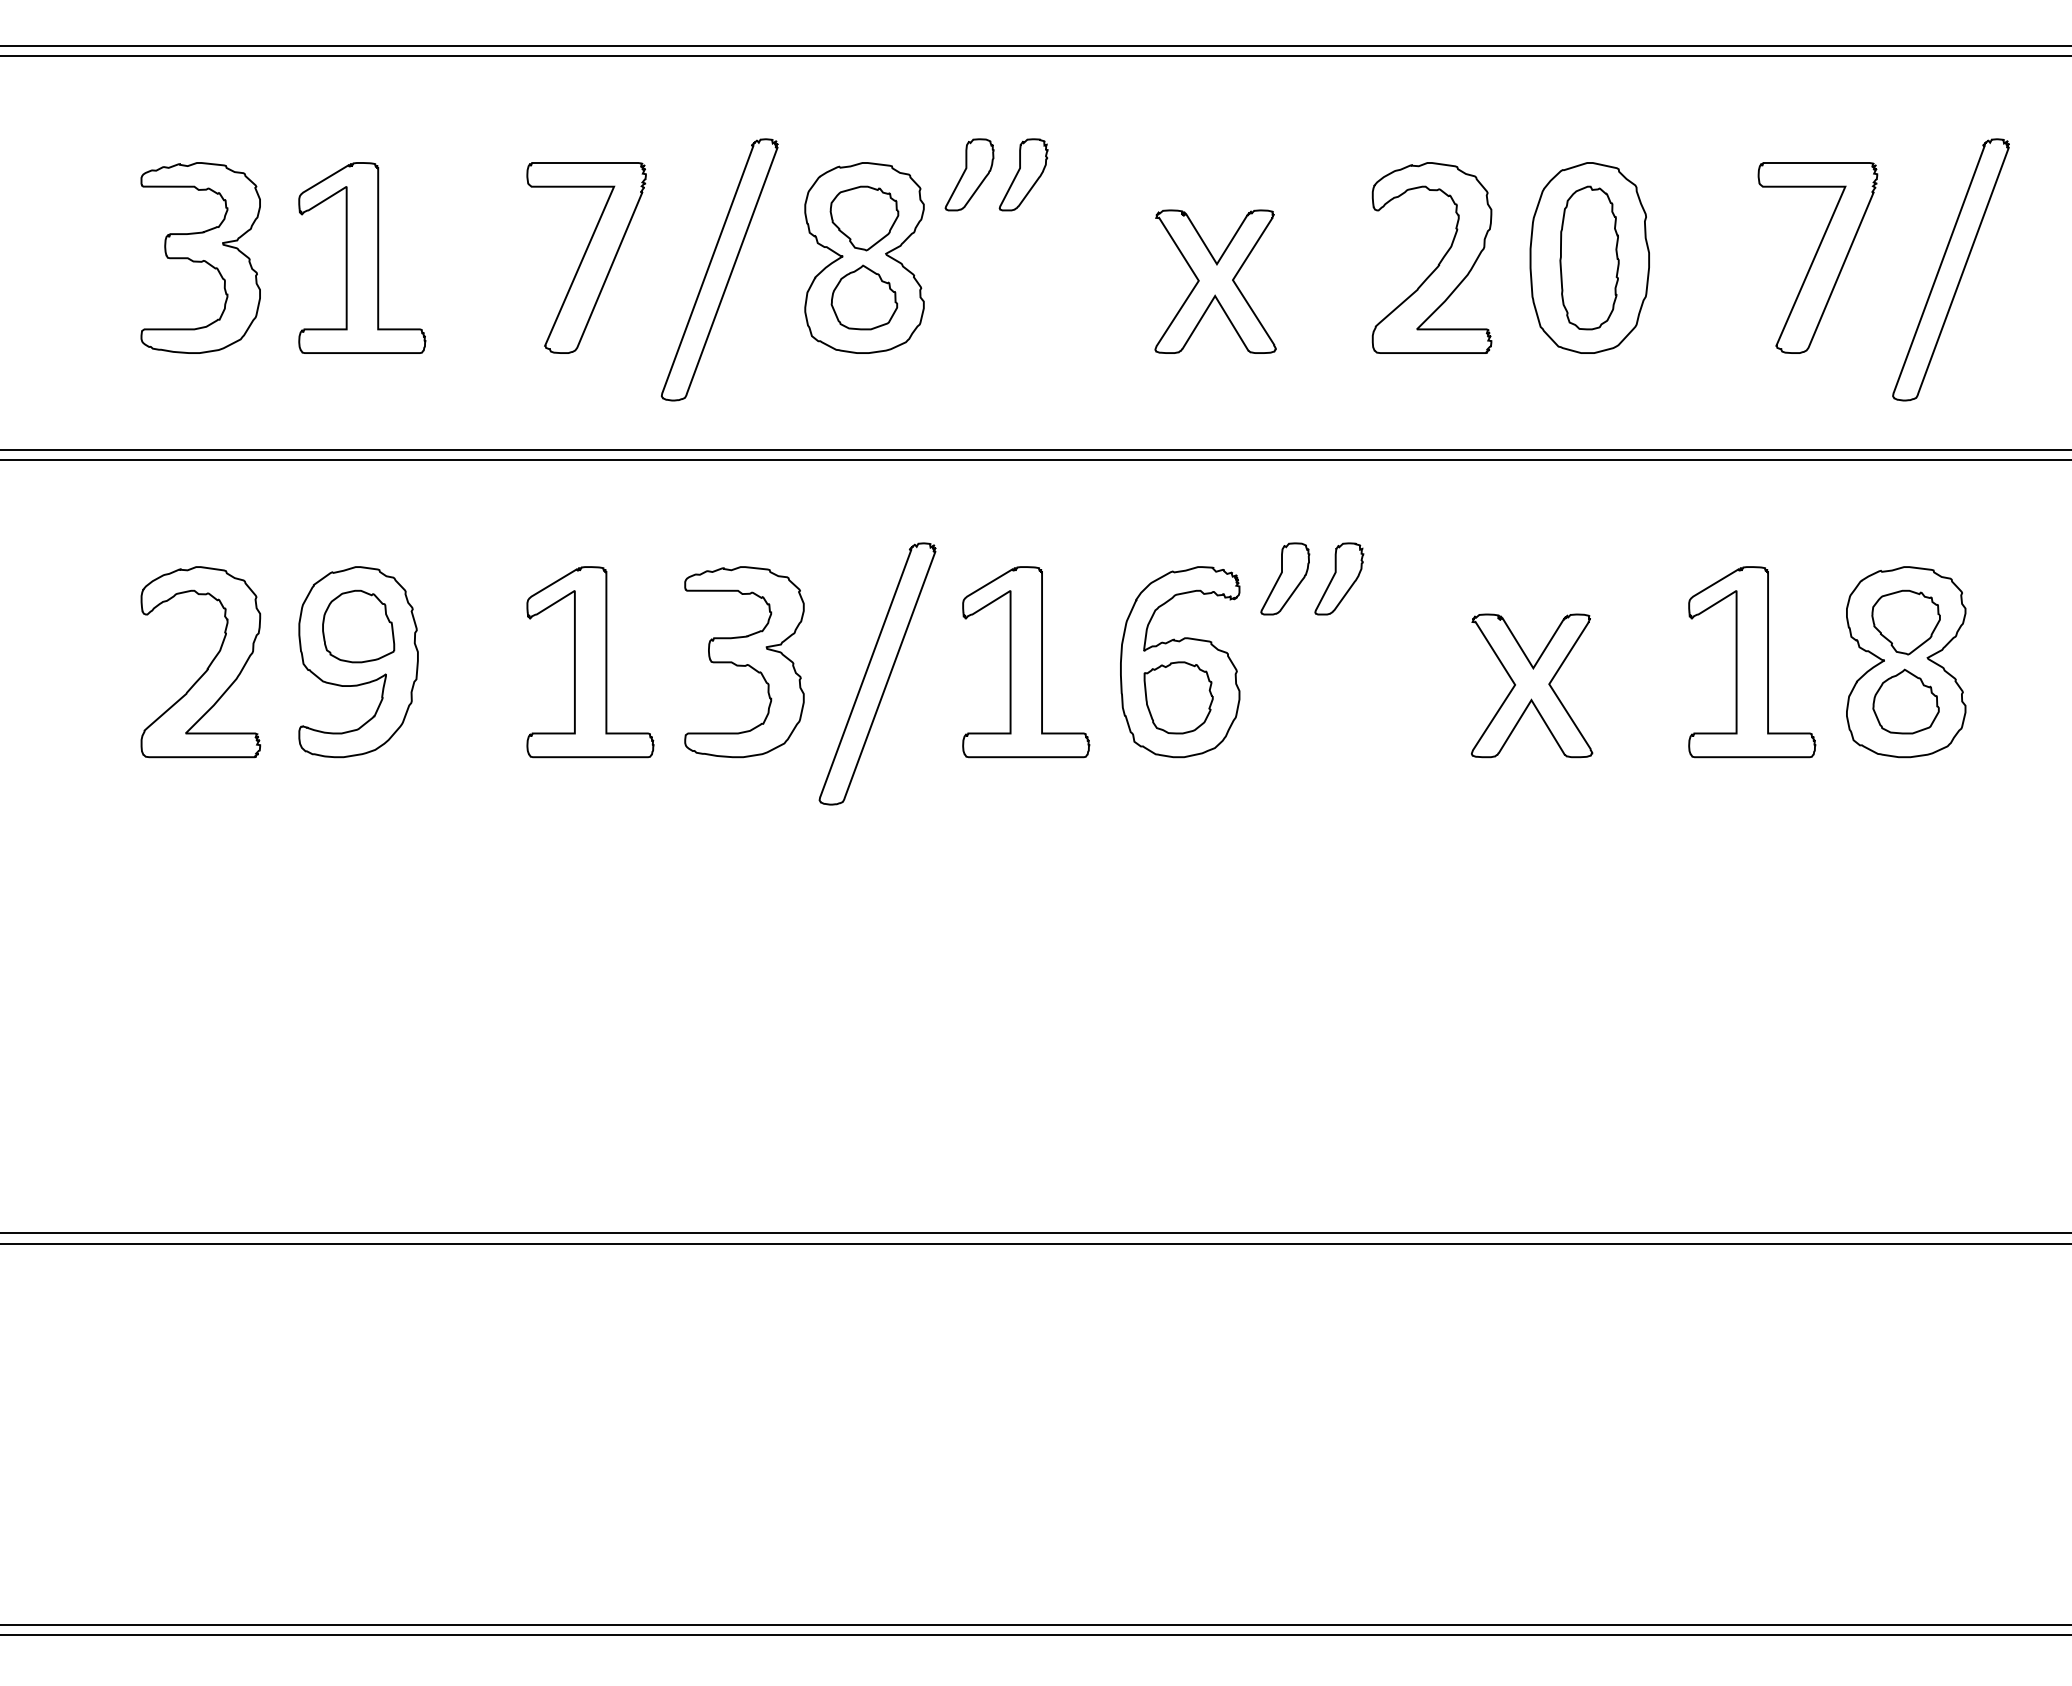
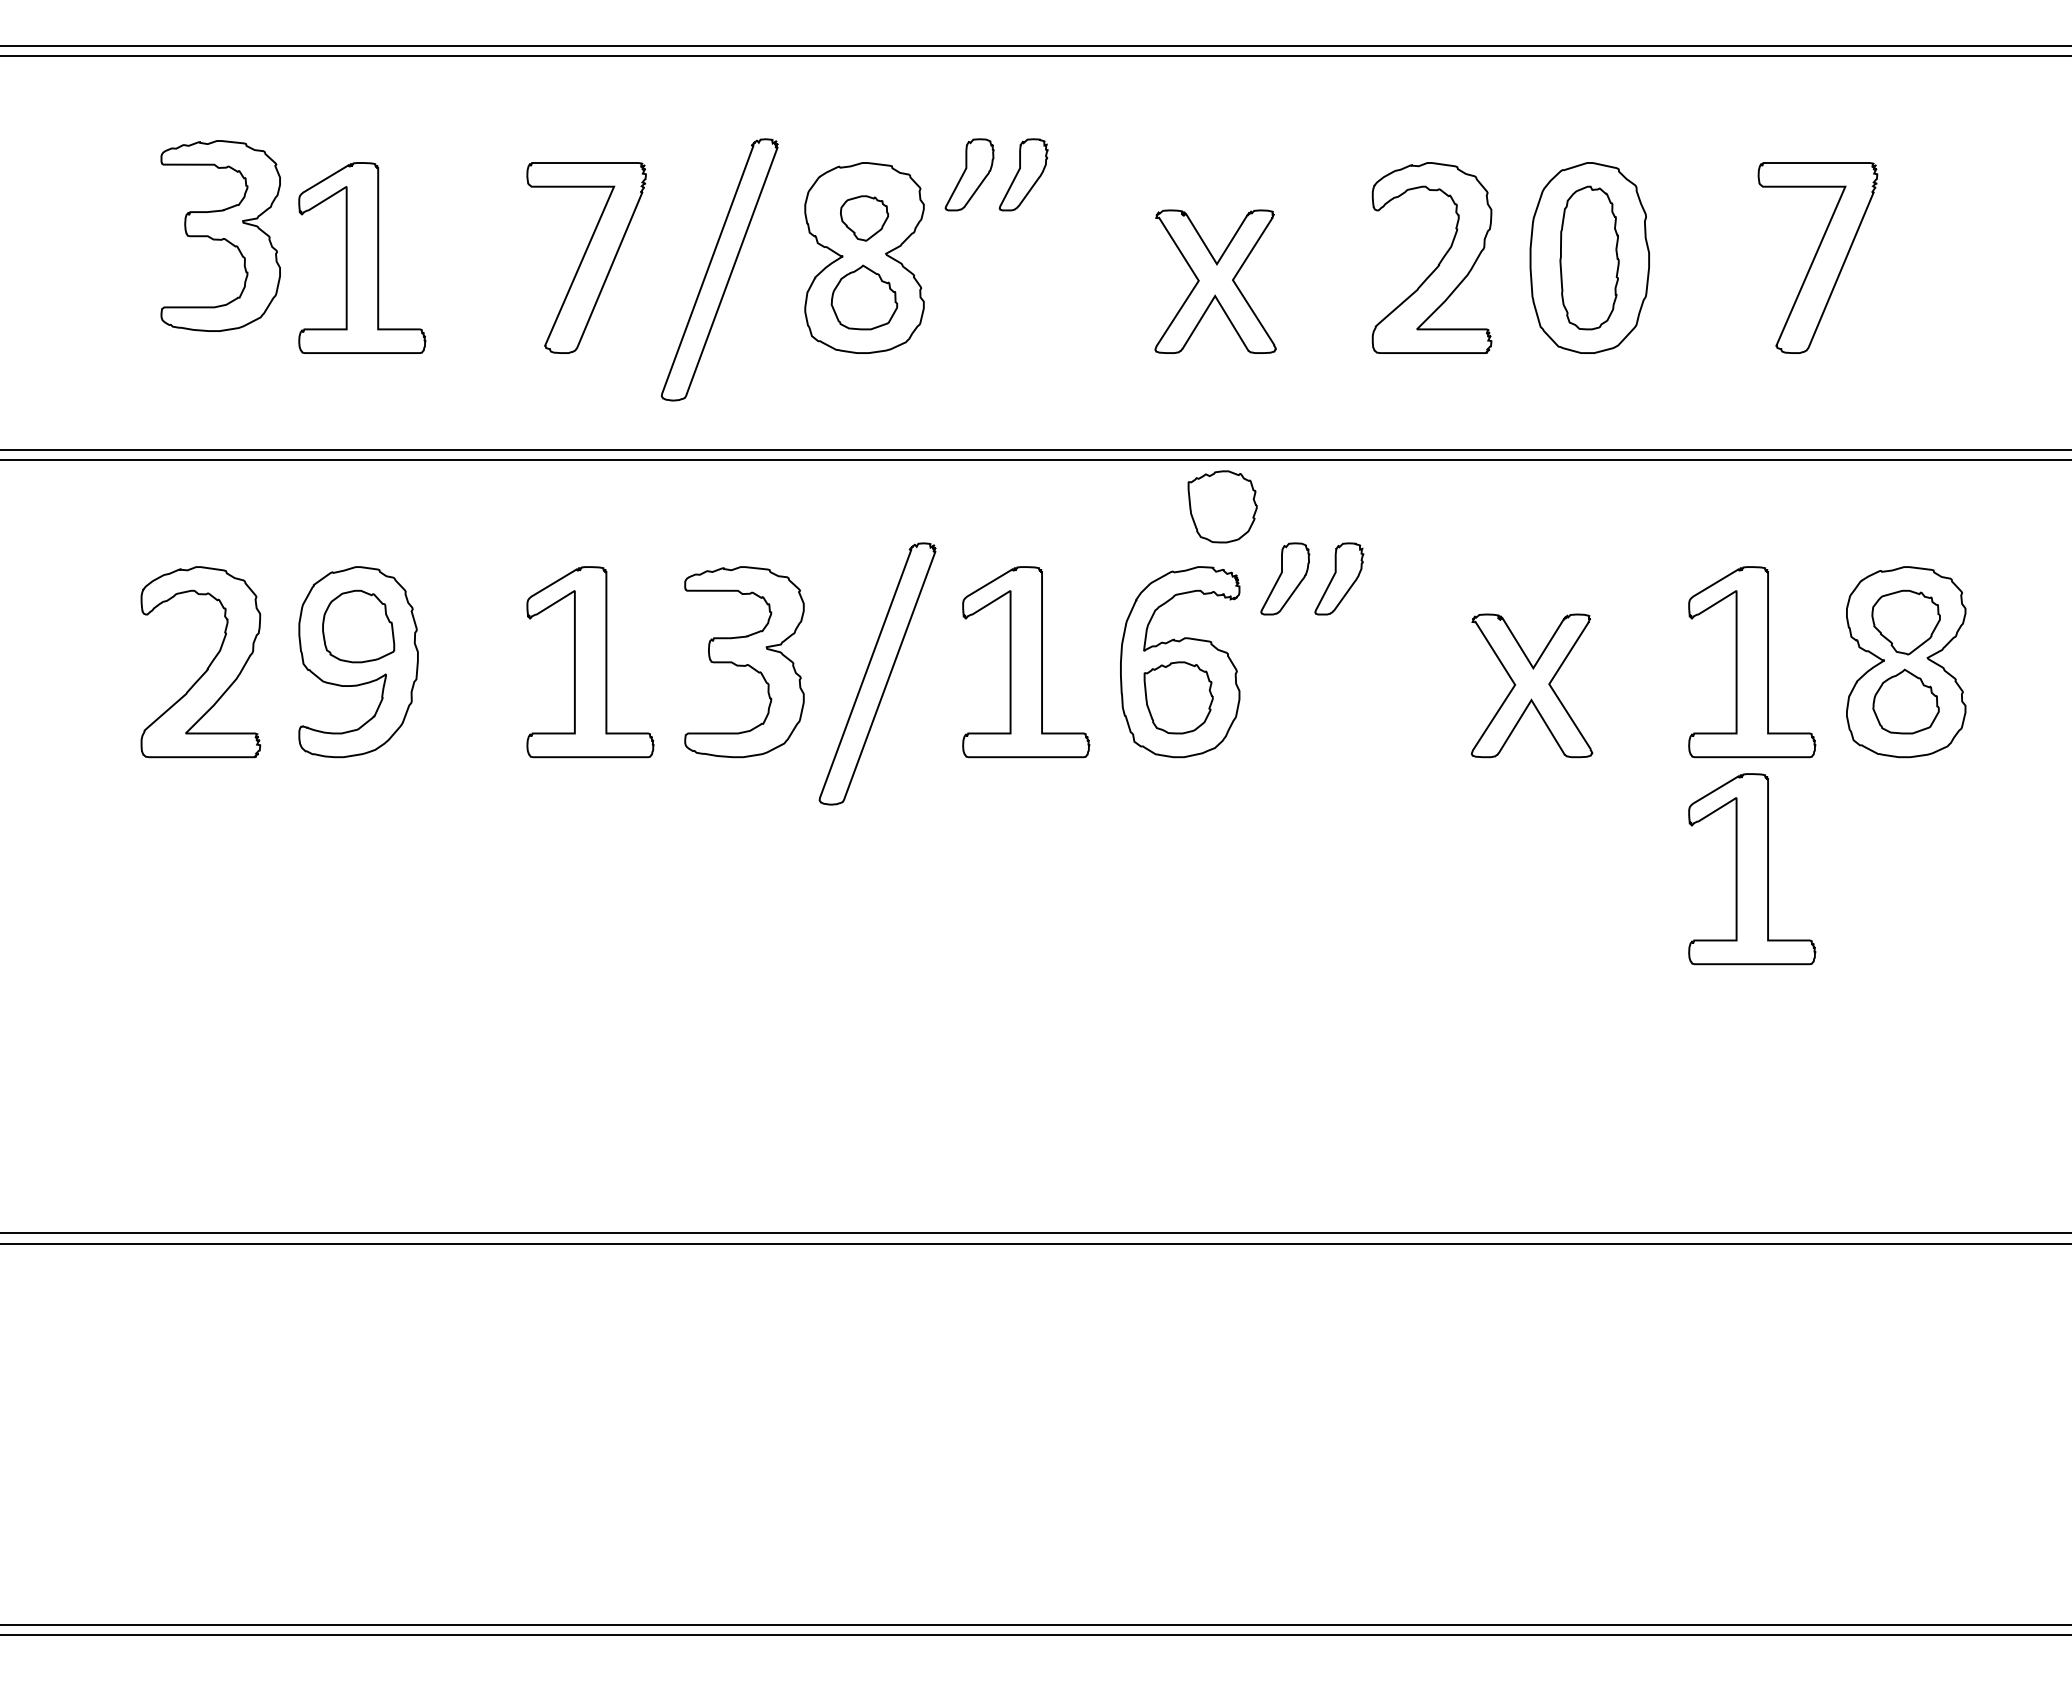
part at (864, 218) size: 71x67 px -> 49x47 px
part at (200, 257) position: (200, 257) -> (220, 235)
part at (1950, 269): present -> none
part at (1222, 506): none -> present
part at (1752, 869): none -> present
